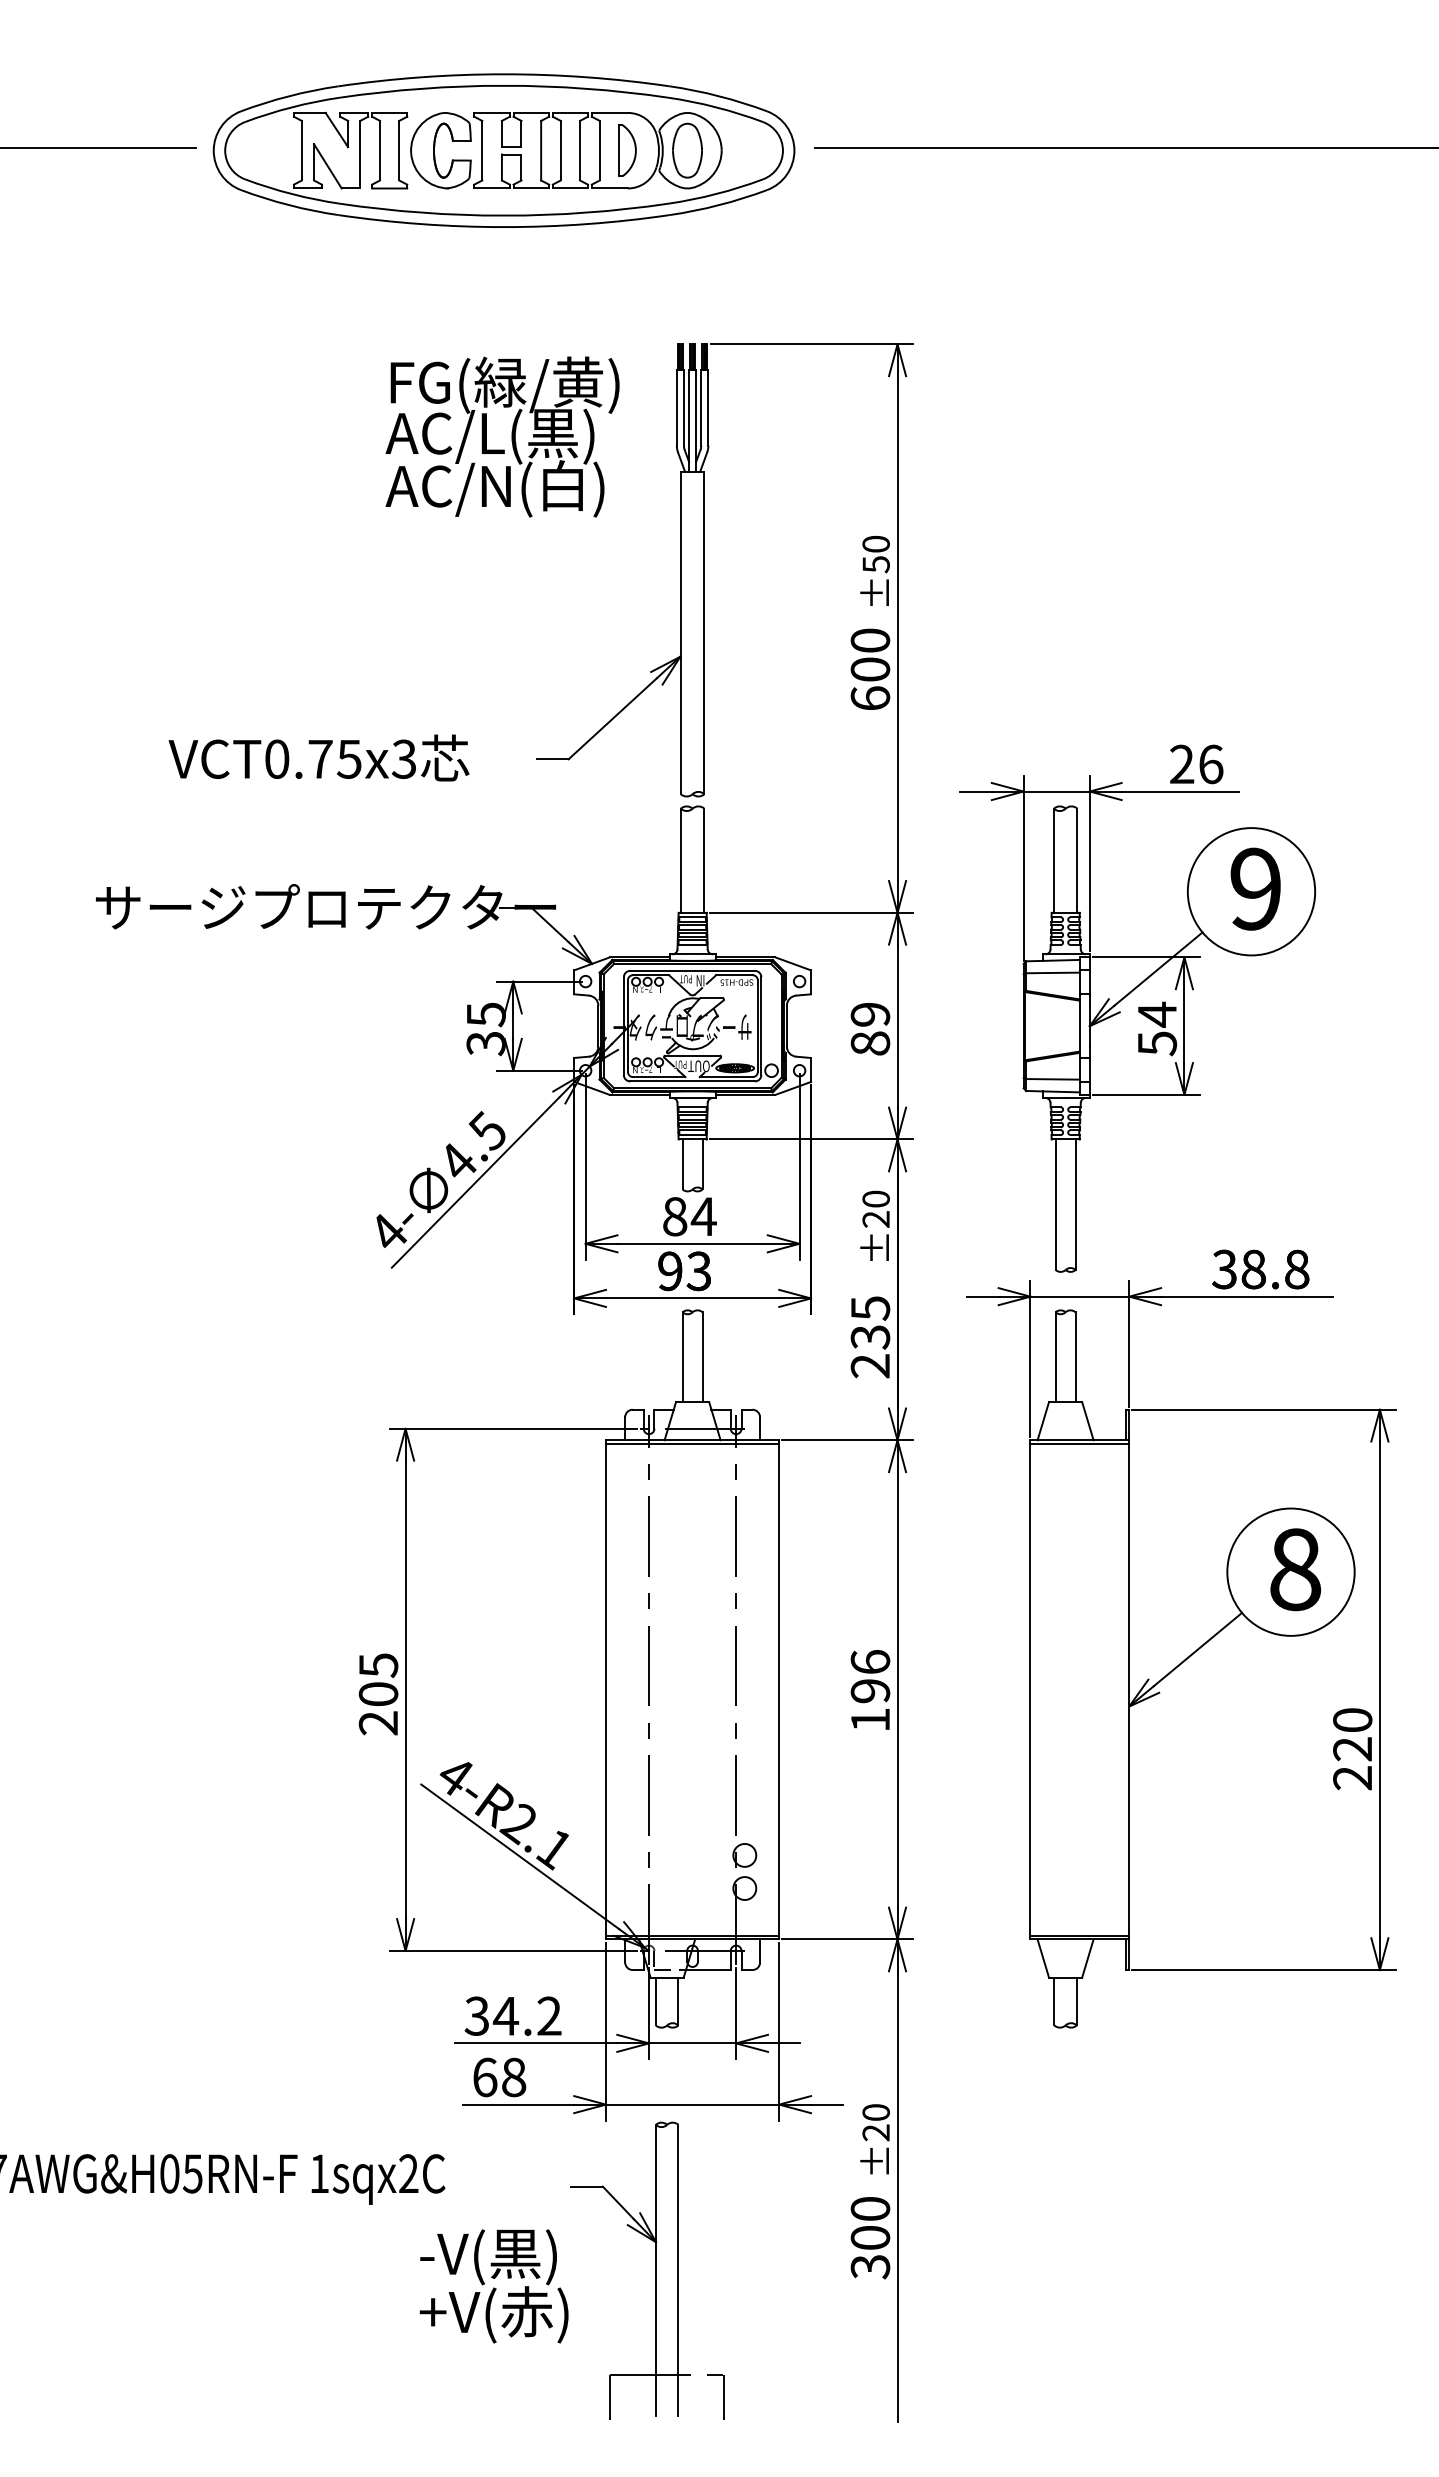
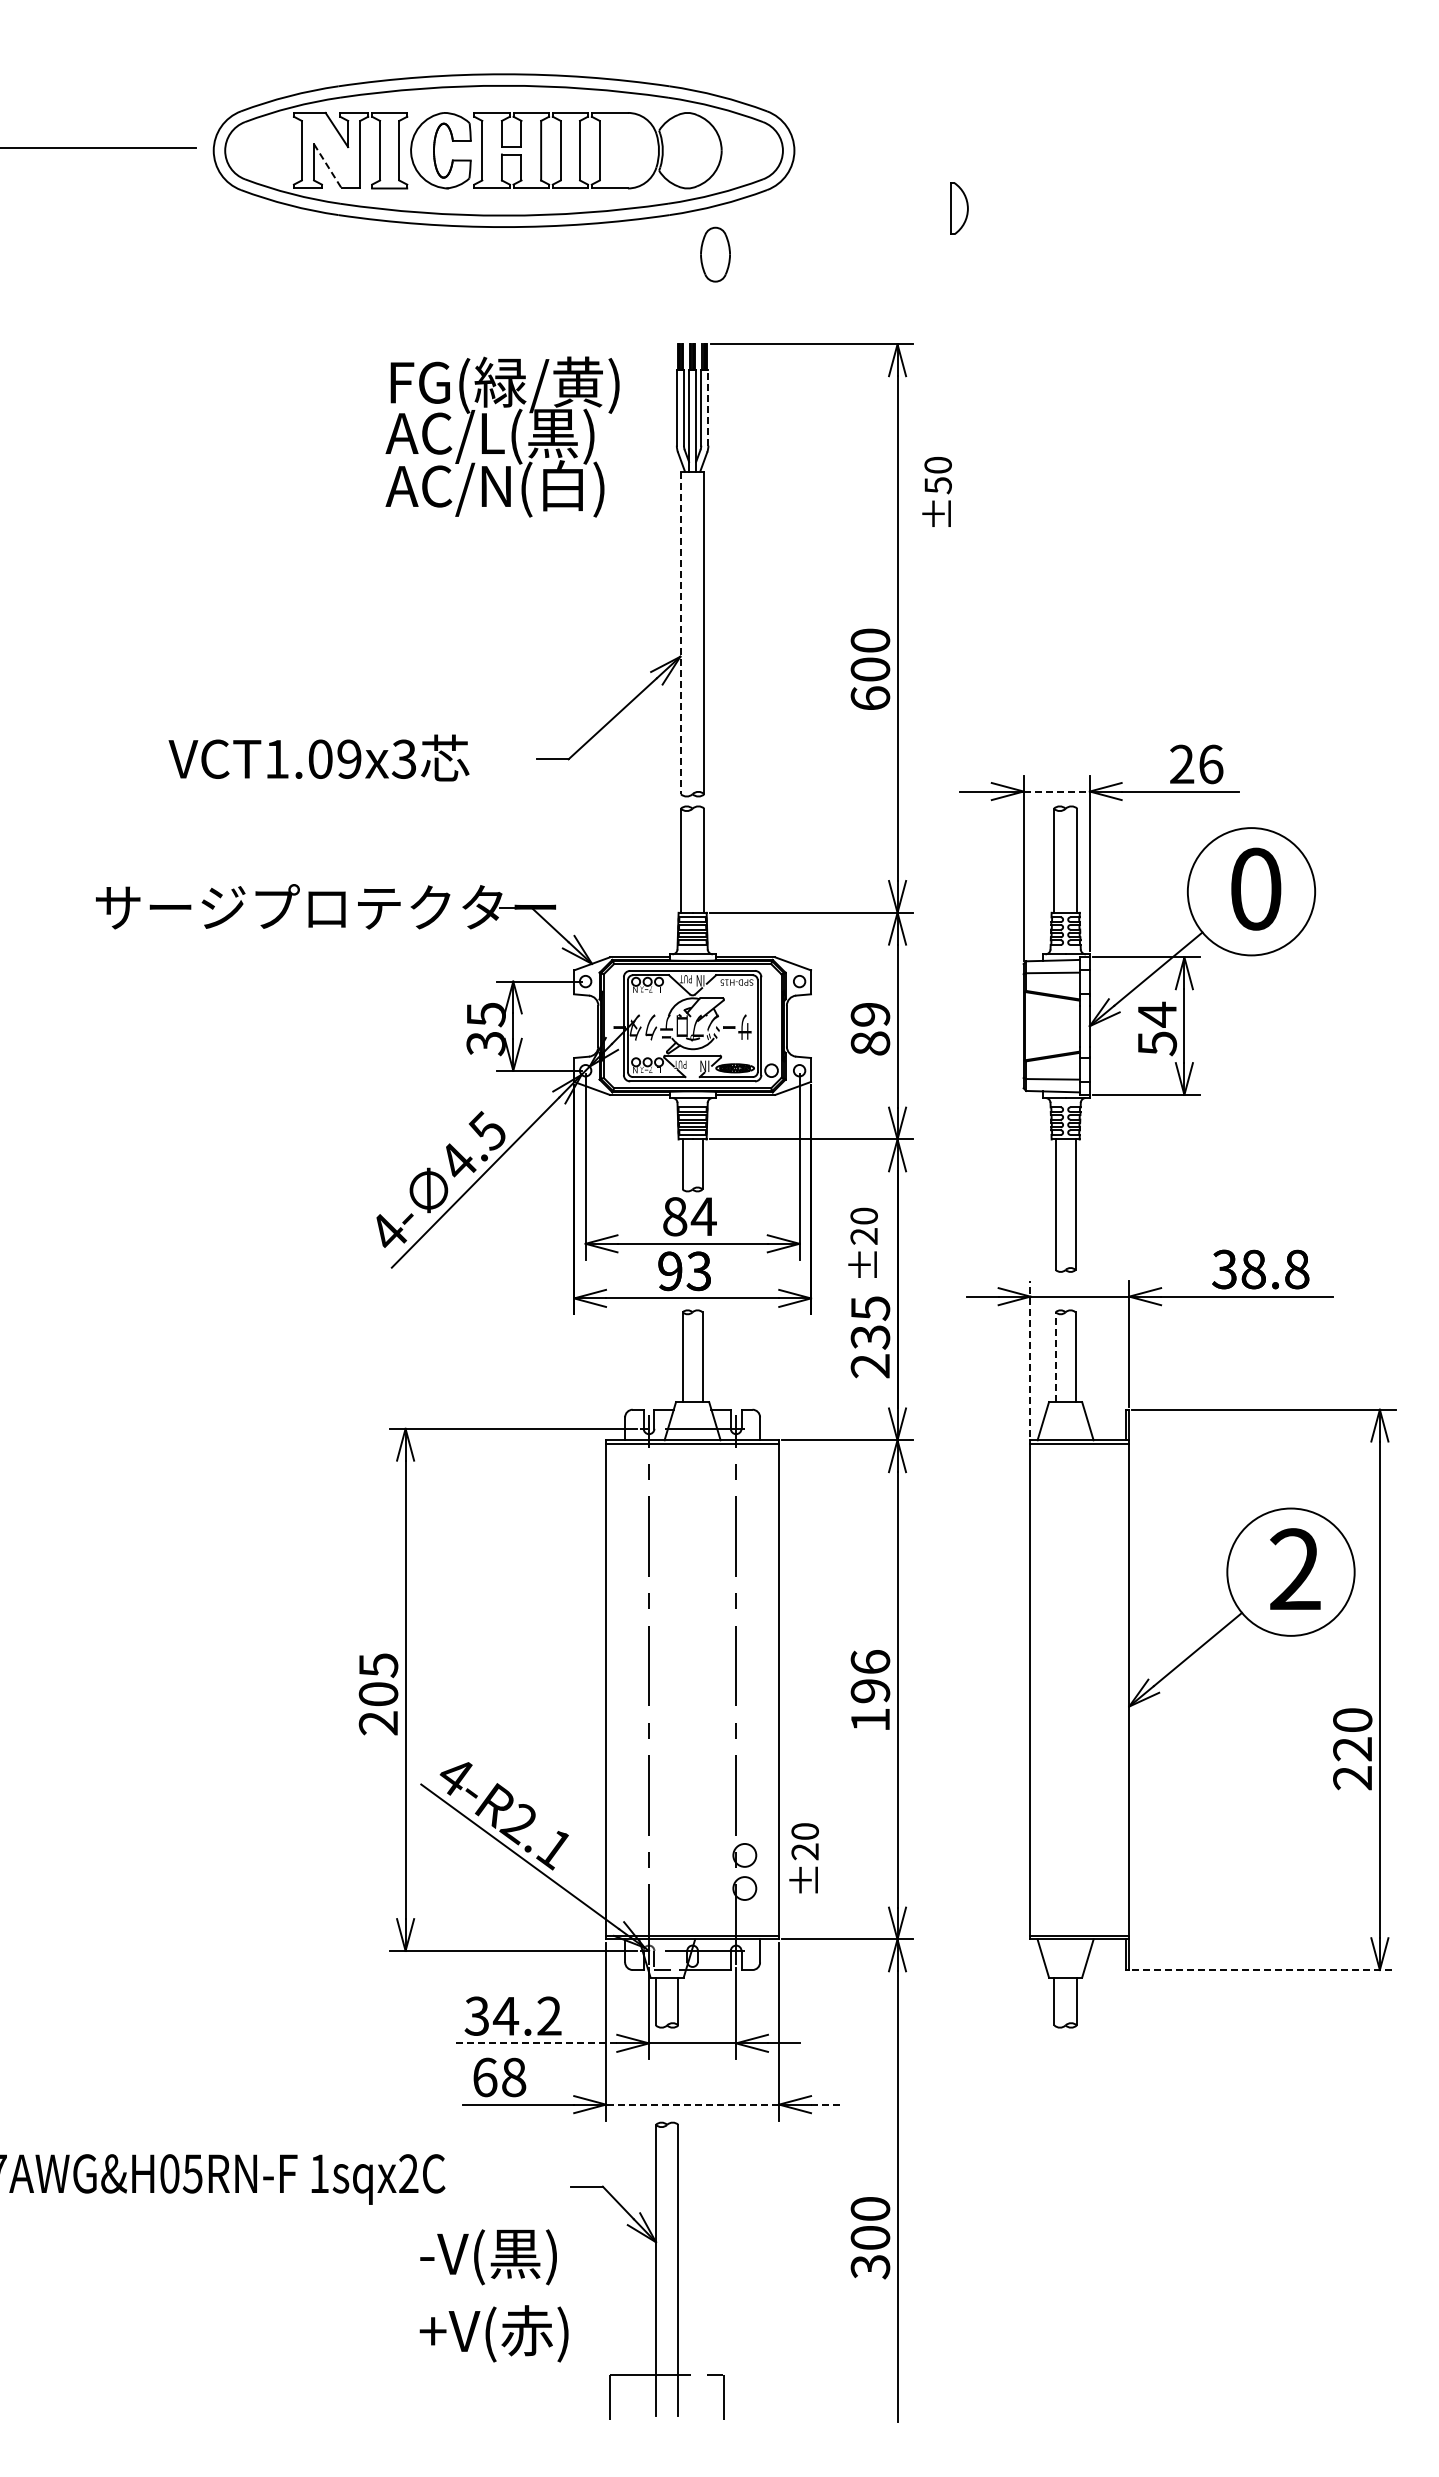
line at (1124, 147): present -> none
part at (627, 150) position: (627, 150) -> (959, 208)
part at (687, 150) position: (687, 150) -> (715, 254)
line at (328, 166): solid -> dashed
line at (708, 407): solid -> dashed
text at (874, 570) position: (874, 570) -> (936, 491)
line at (680, 633): solid -> dashed
text at (313, 758): VCT0.75x3 -> VCT1.09x3
line at (1057, 791): solid -> dashed
text at (1255, 888): 9 -> 0
text at (698, 1066): OUT -> IN
text at (874, 1225) position: (874, 1225) -> (862, 1242)
line at (1055, 1357): solid -> dashed
line at (1030, 1358): solid -> dashed
text at (1295, 1569): 8 -> 2
line at (1264, 1970): solid -> dashed
line at (535, 2043): solid -> dashed
line at (692, 2104): solid -> dashed
line at (826, 2104): solid -> dashed
text at (874, 2139) position: (874, 2139) -> (803, 1858)
text at (493, 2314) position: (493, 2314) -> (493, 2333)
